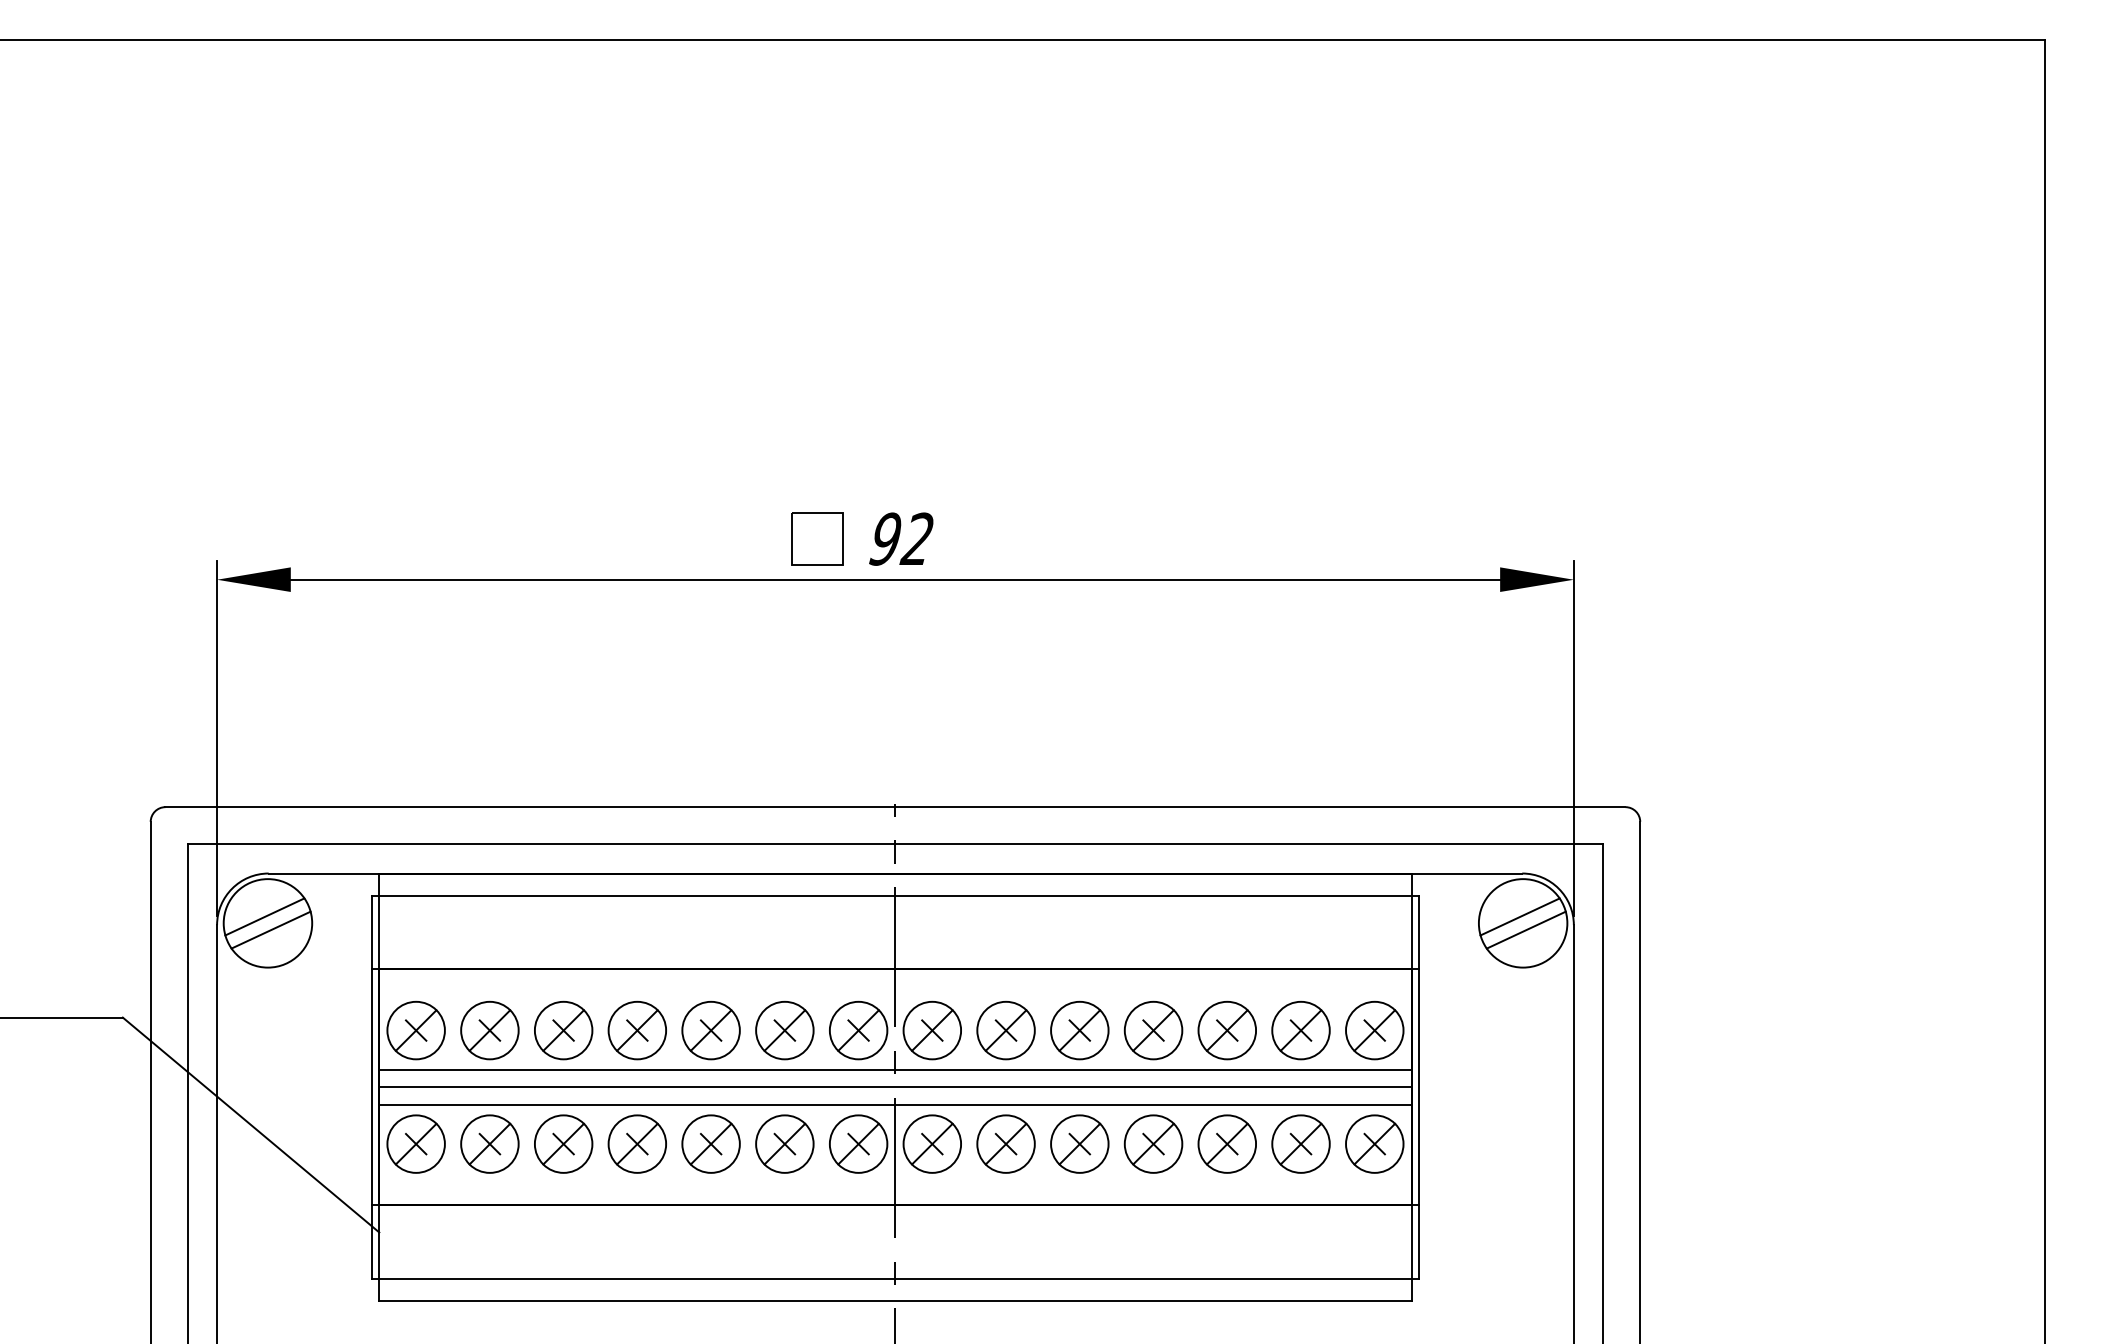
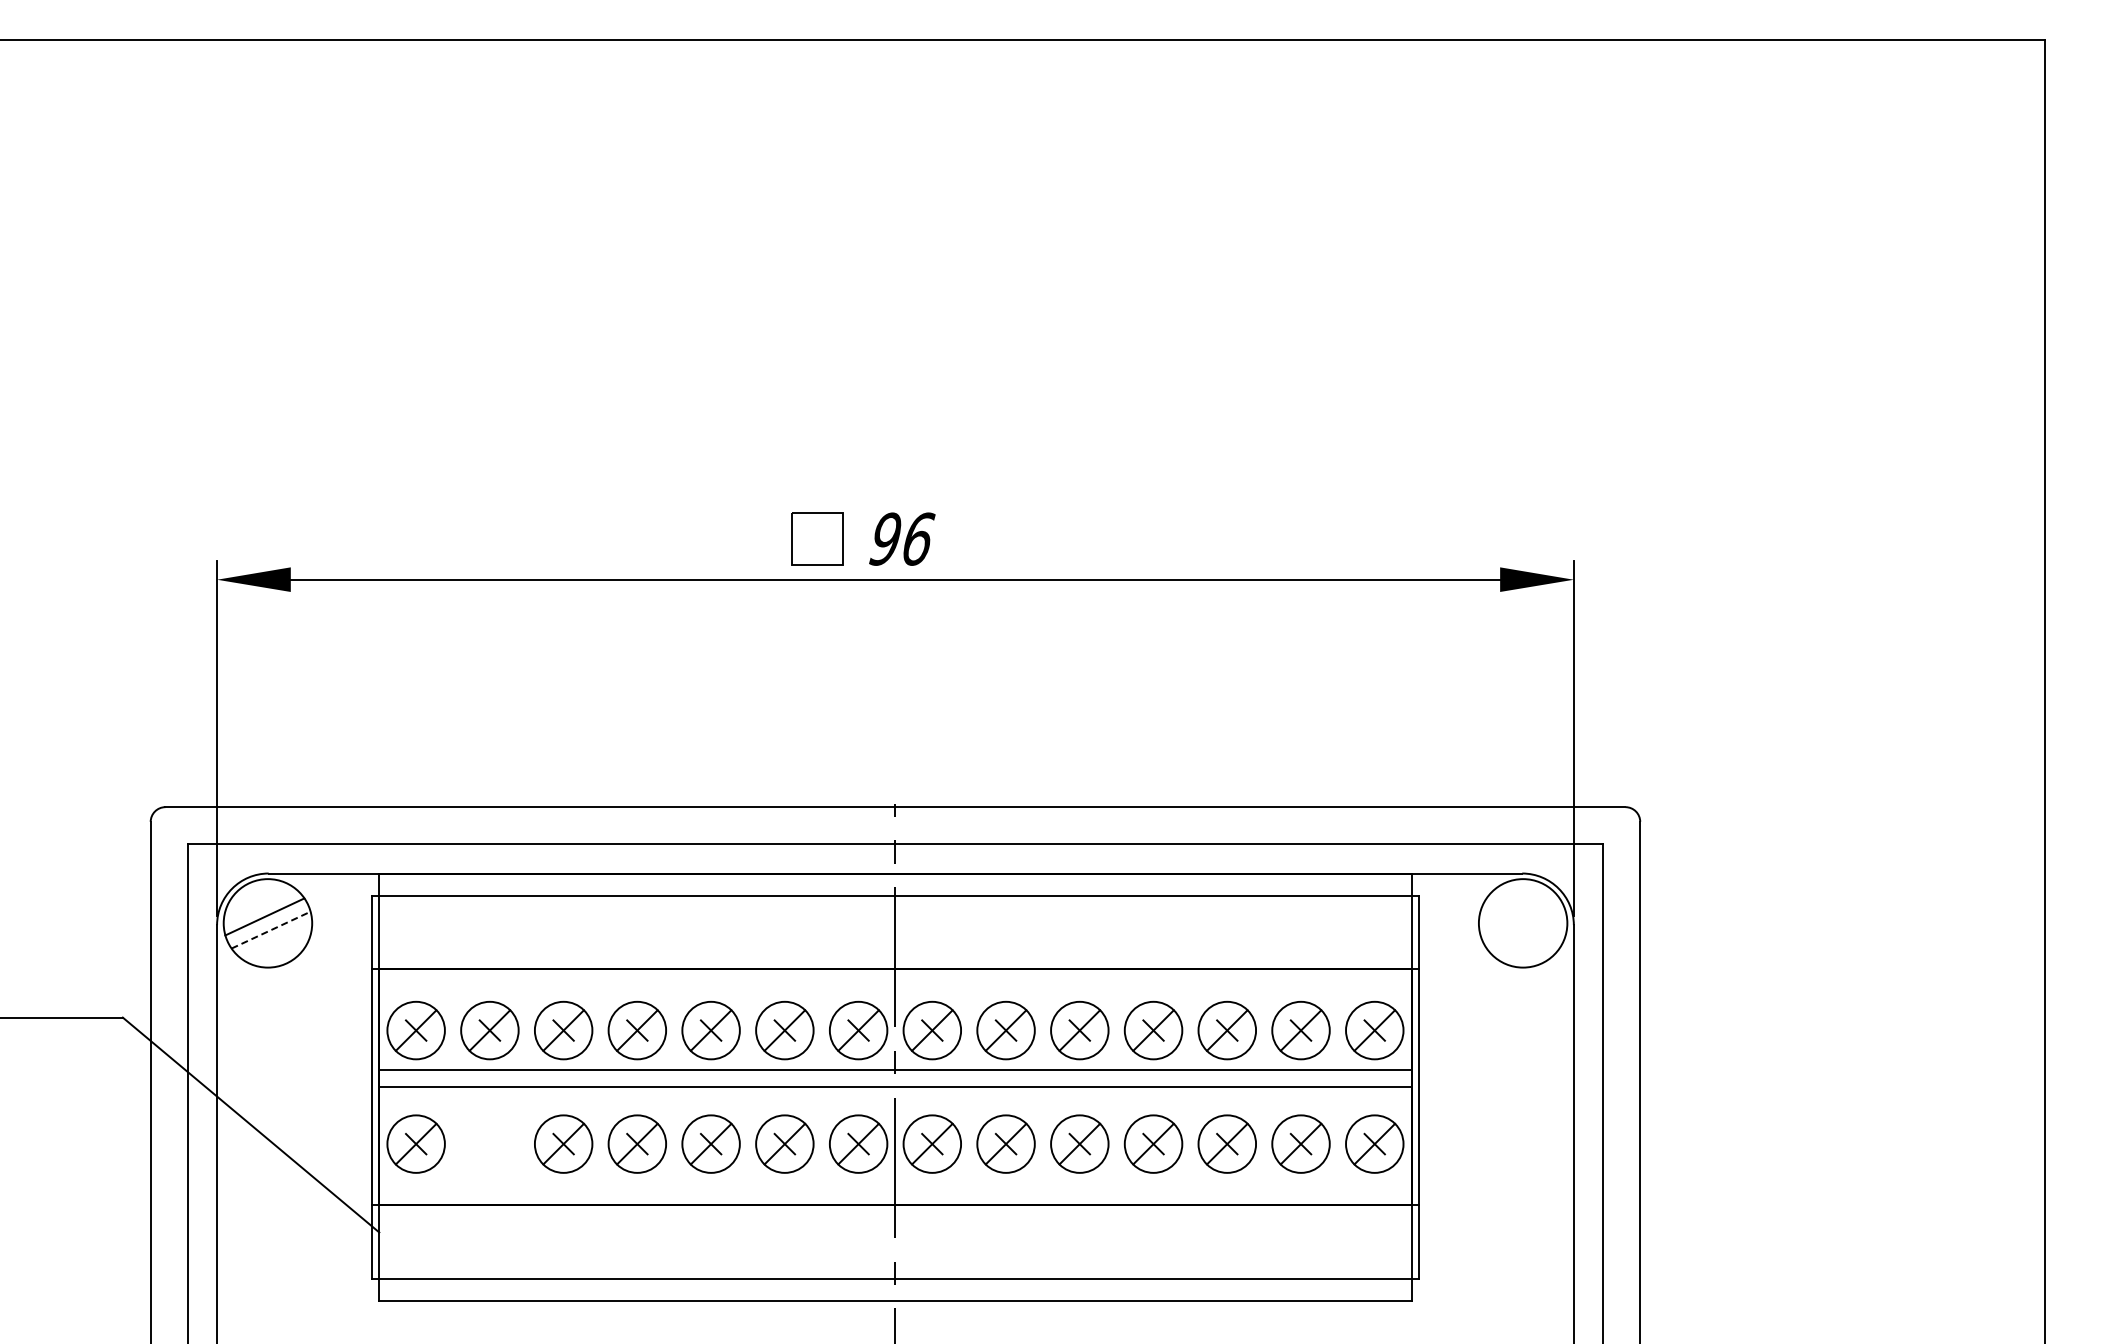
text at (917, 538): 92 -> 96
line at (1519, 916): present -> none
line at (1525, 929): present -> none
line at (271, 930): solid -> dashed
line at (895, 1105): present -> none
part at (489, 1143): present -> none
